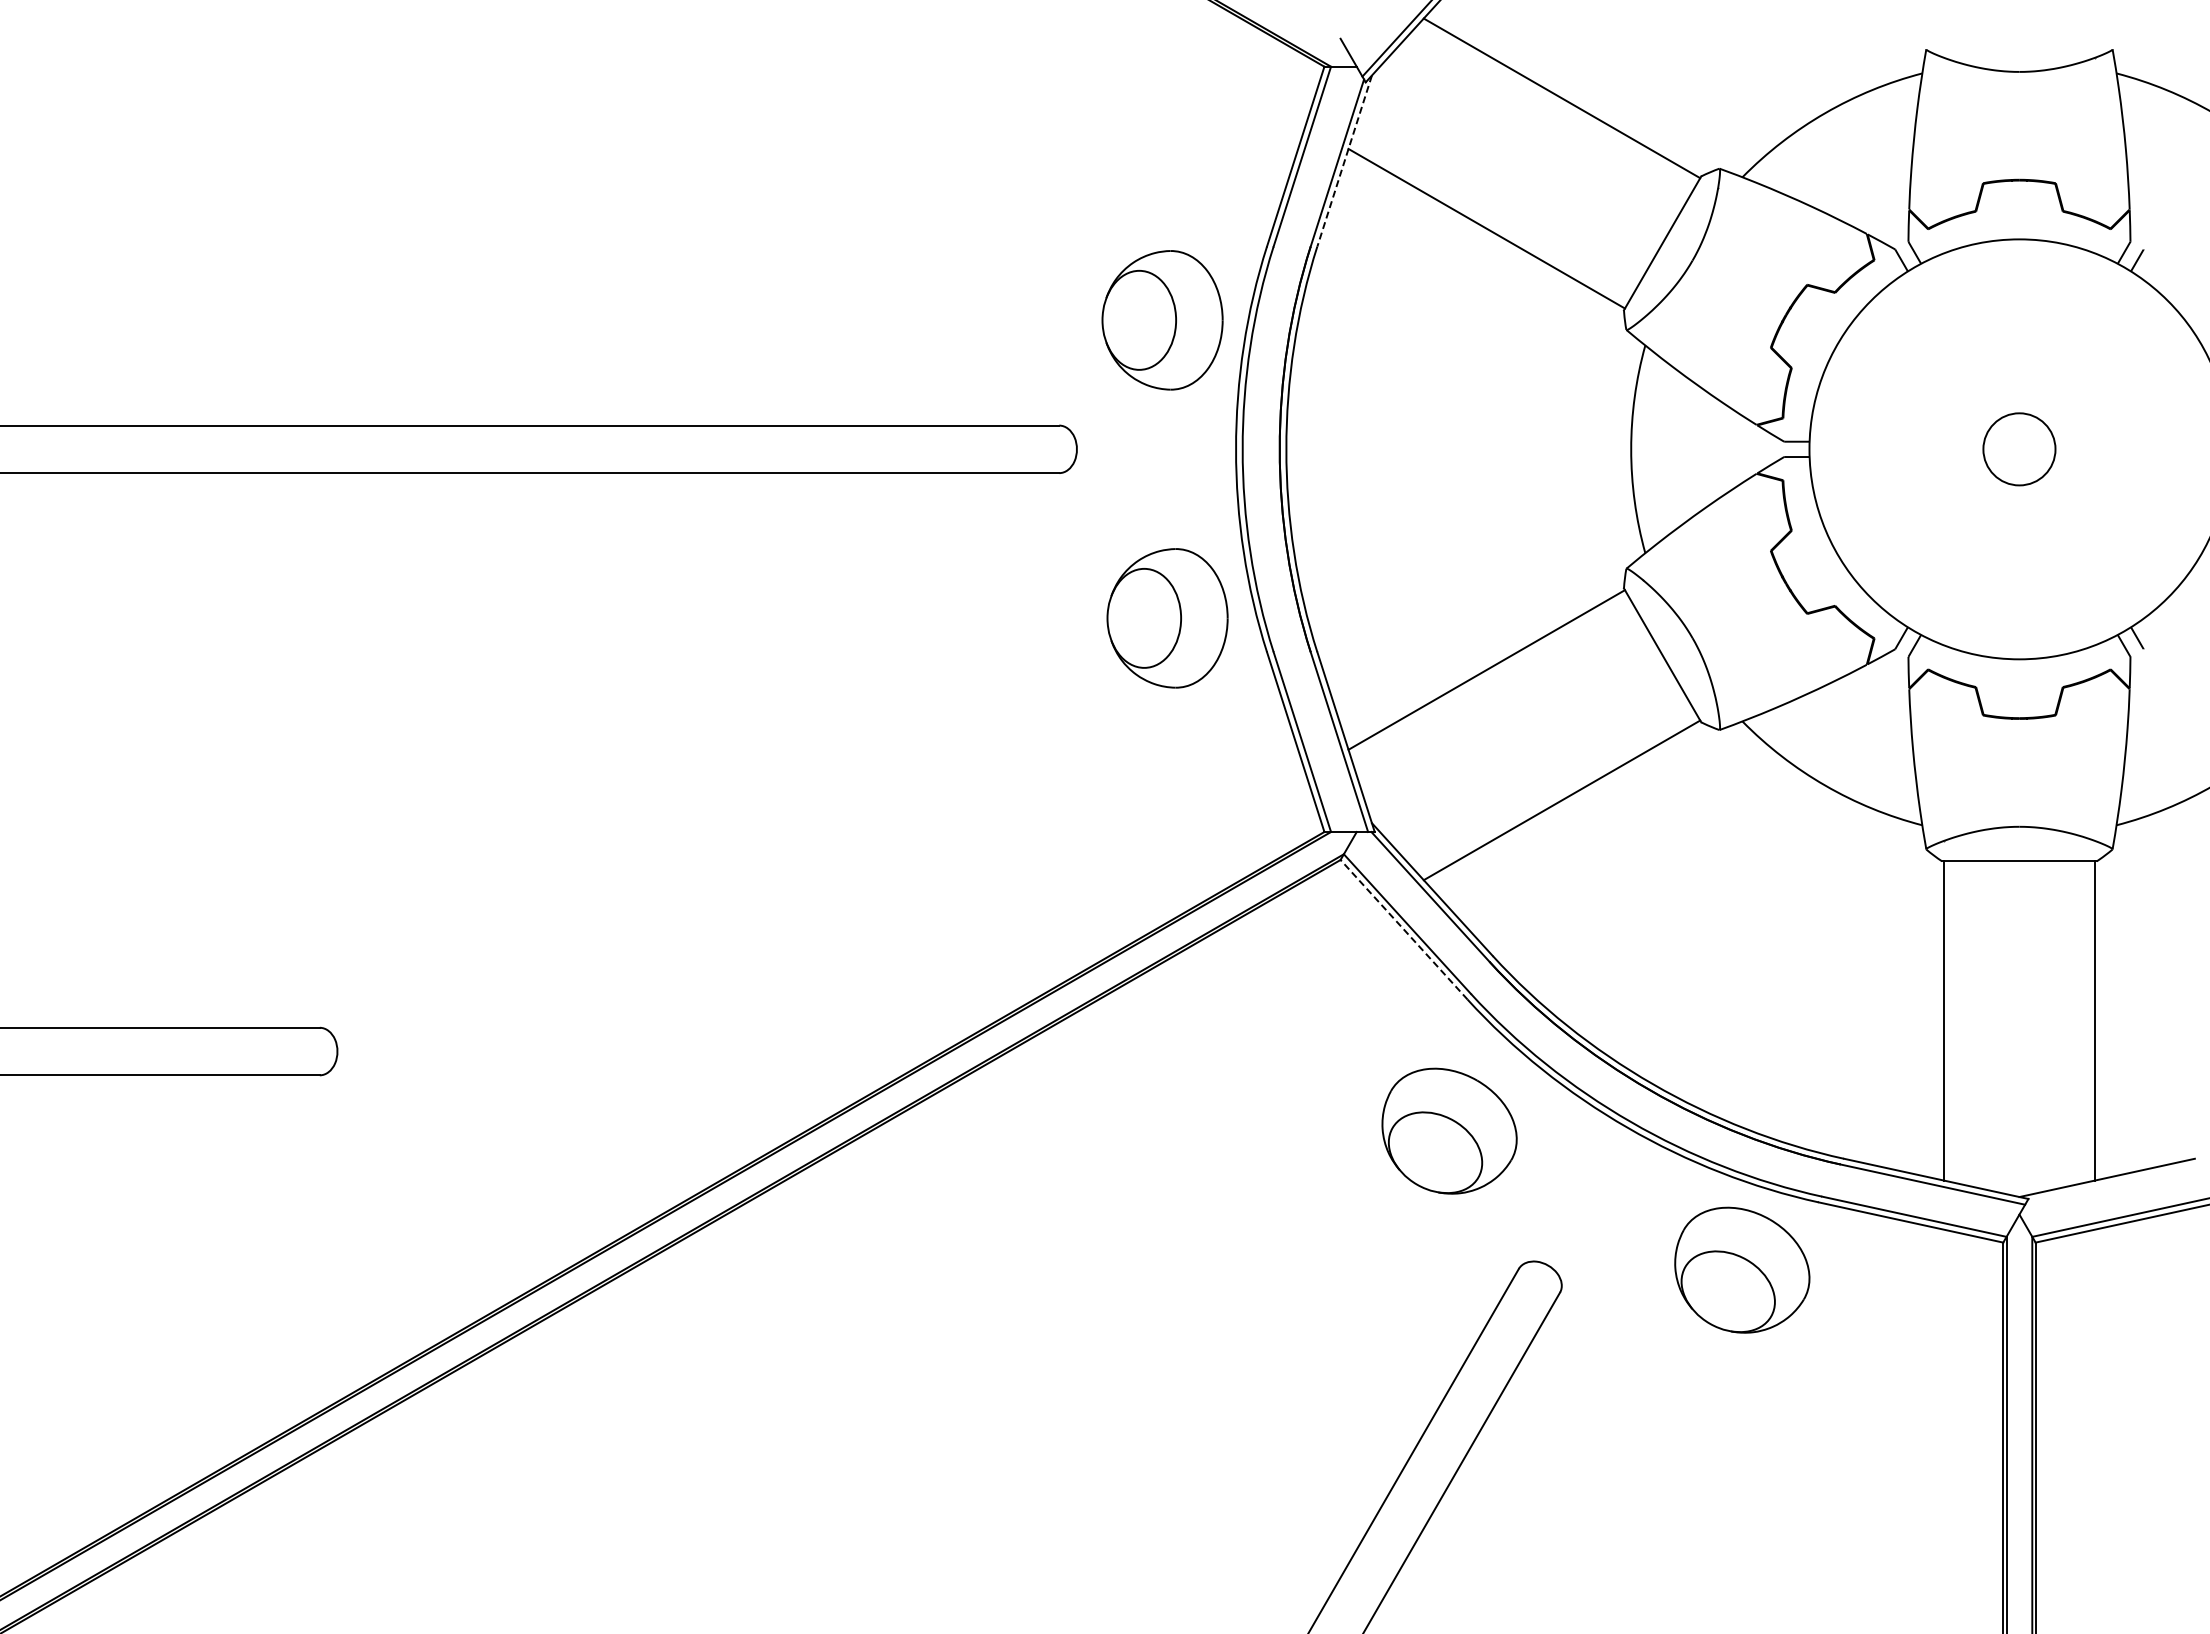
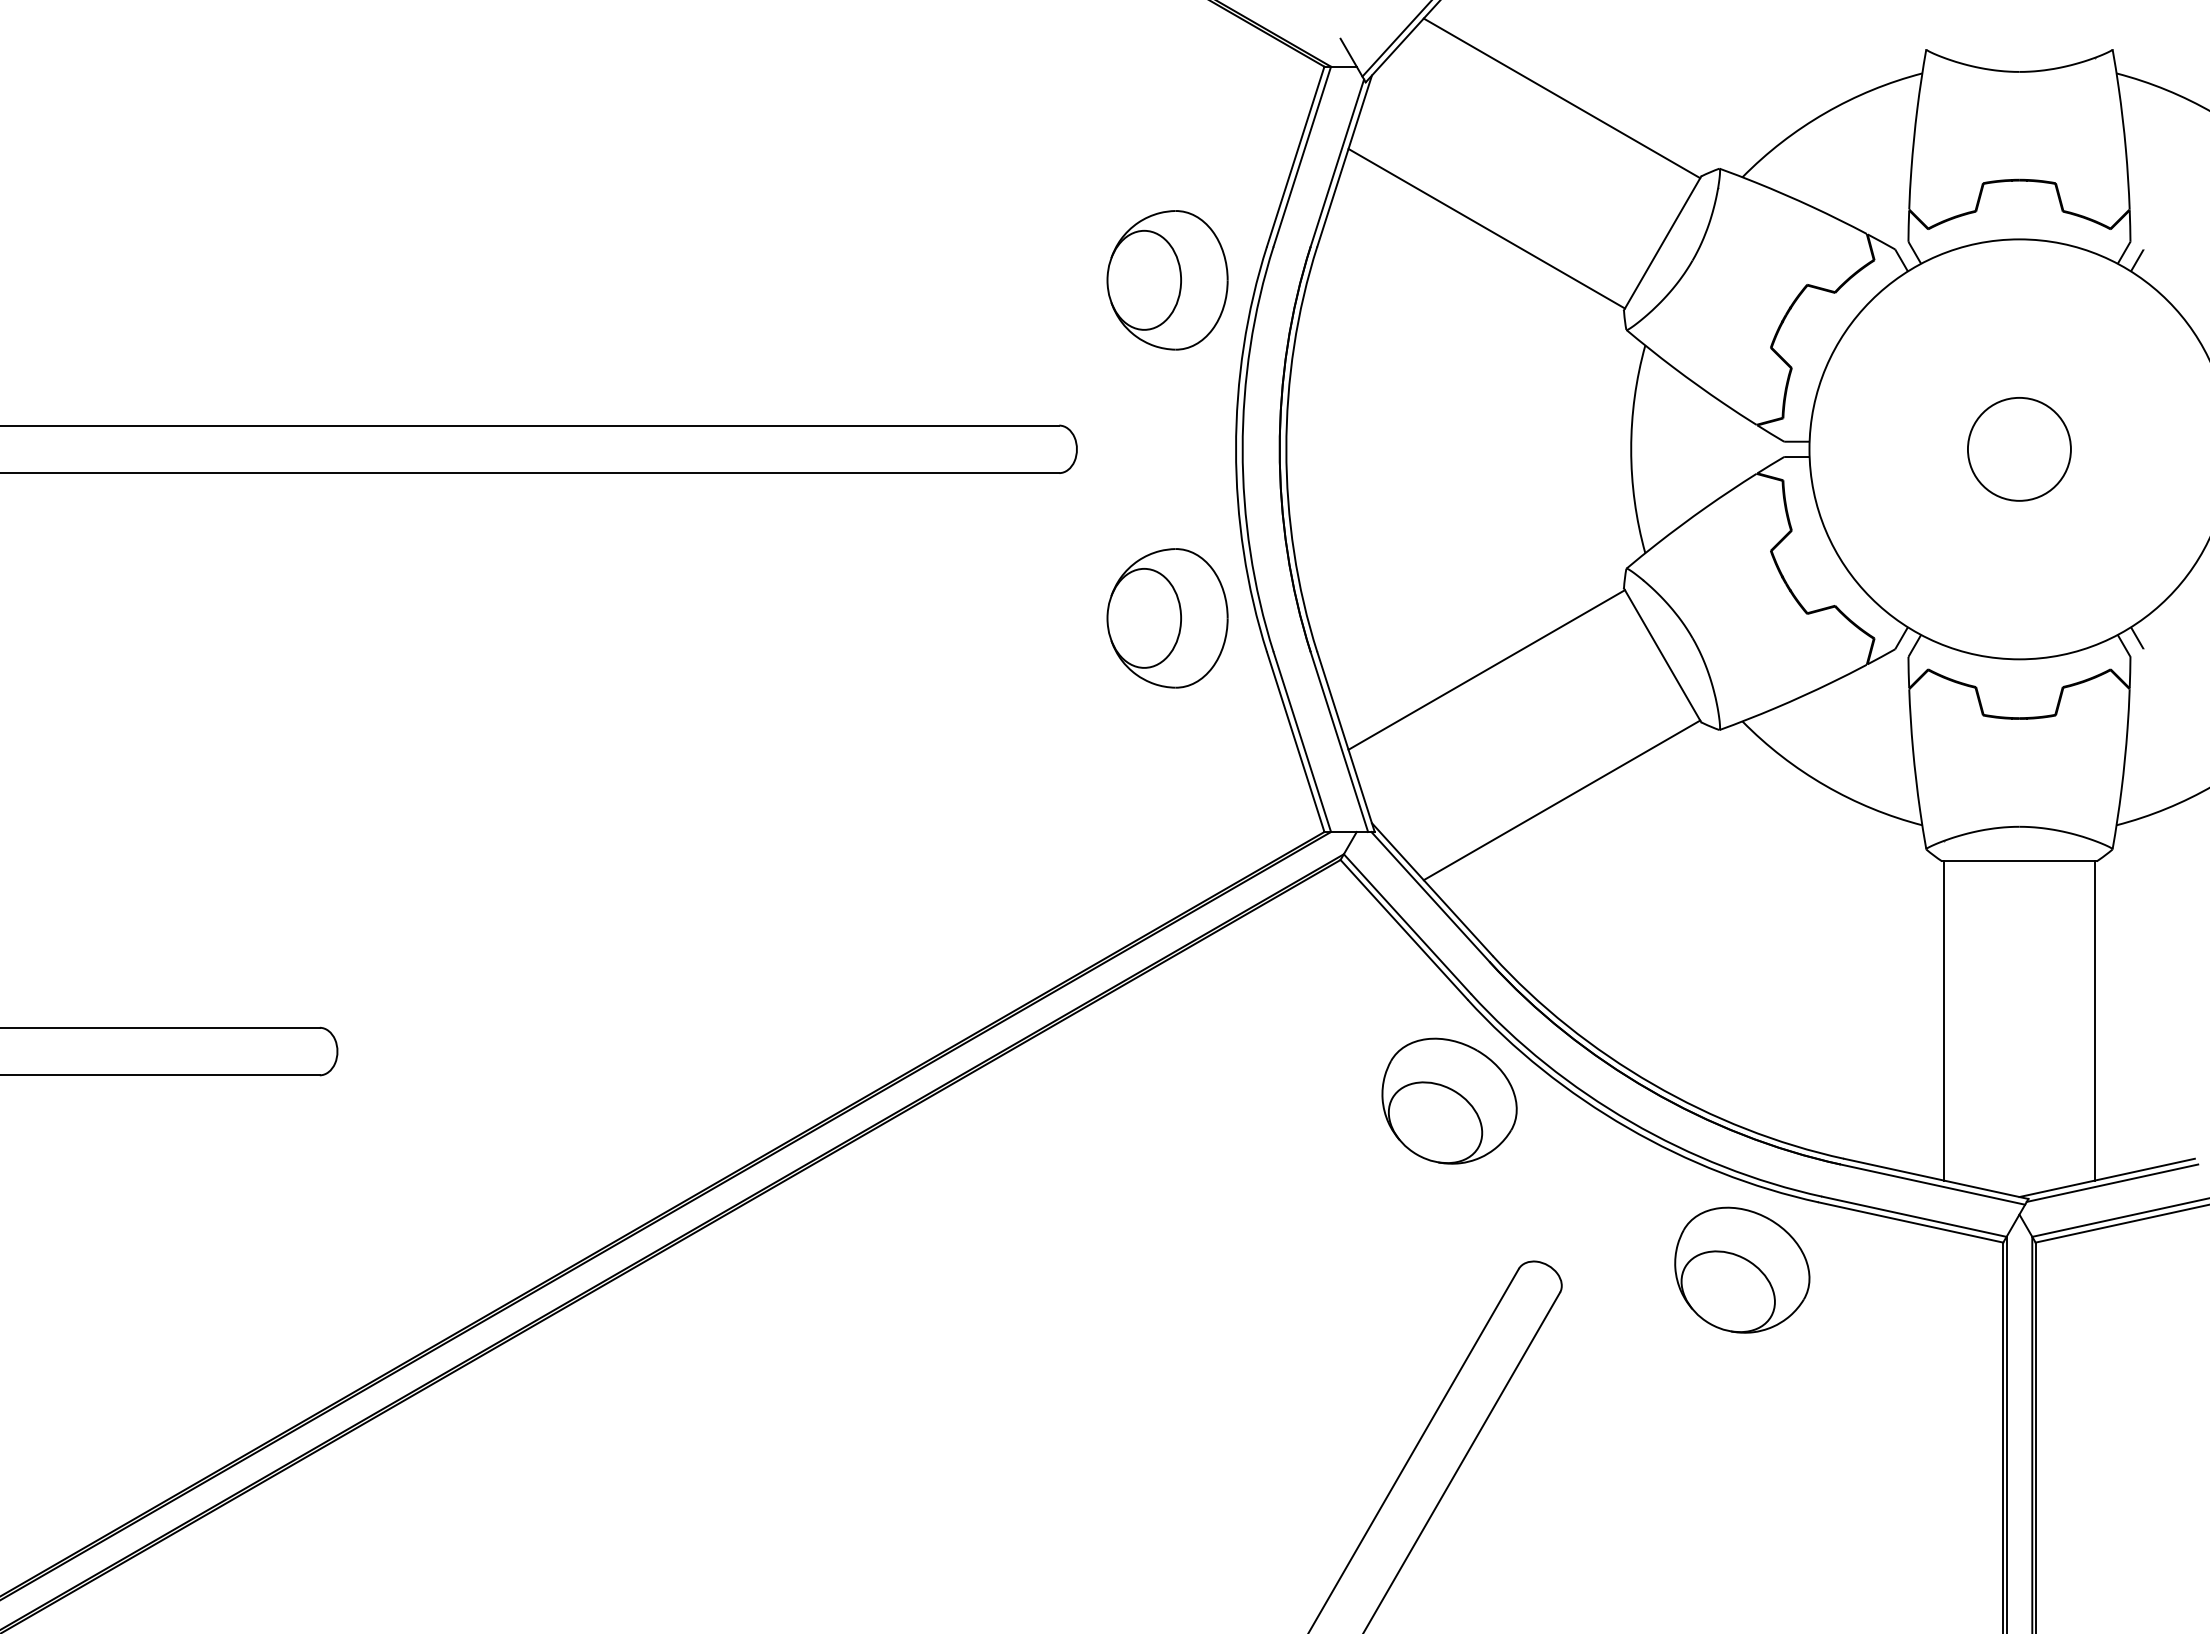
line at (1344, 161): dashed -> solid
part at (1162, 320) position: (1162, 320) -> (1167, 280)
circle at (2019, 449) diameter: 72 px -> 103 px
line at (1403, 929): dashed -> solid
part at (1449, 1130) position: (1449, 1130) -> (1449, 1100)
line at (2112, 1182): none -> present
